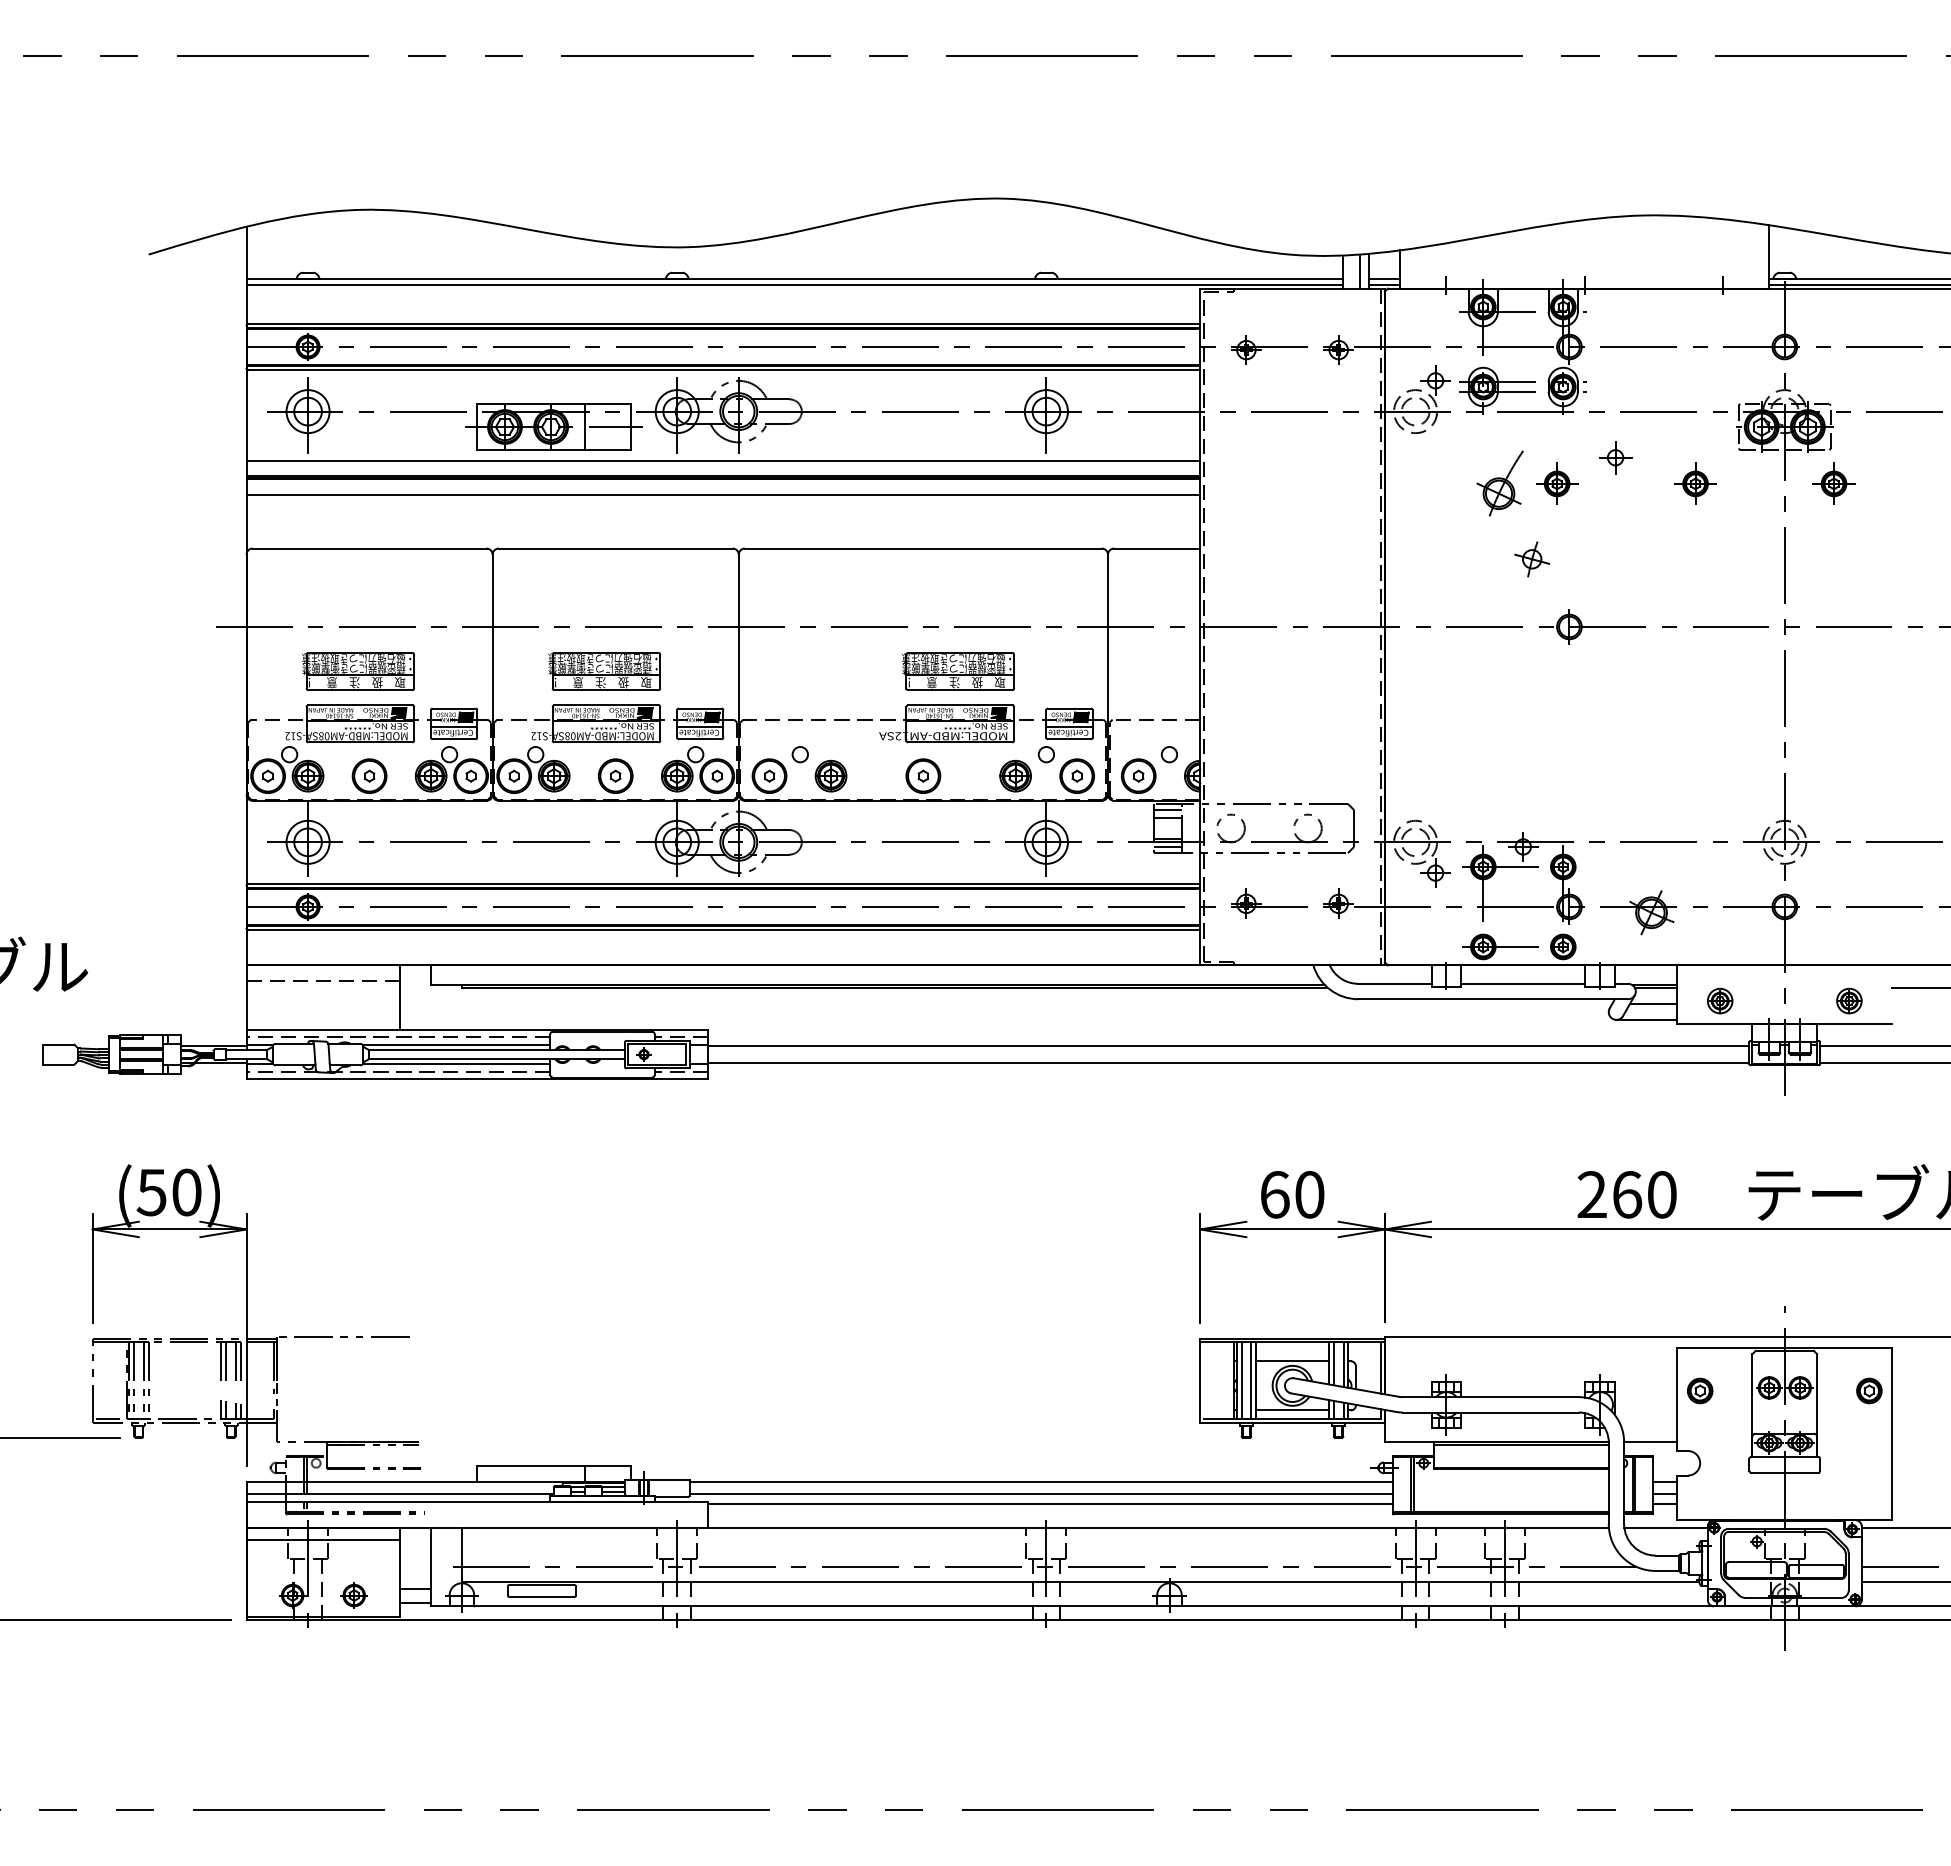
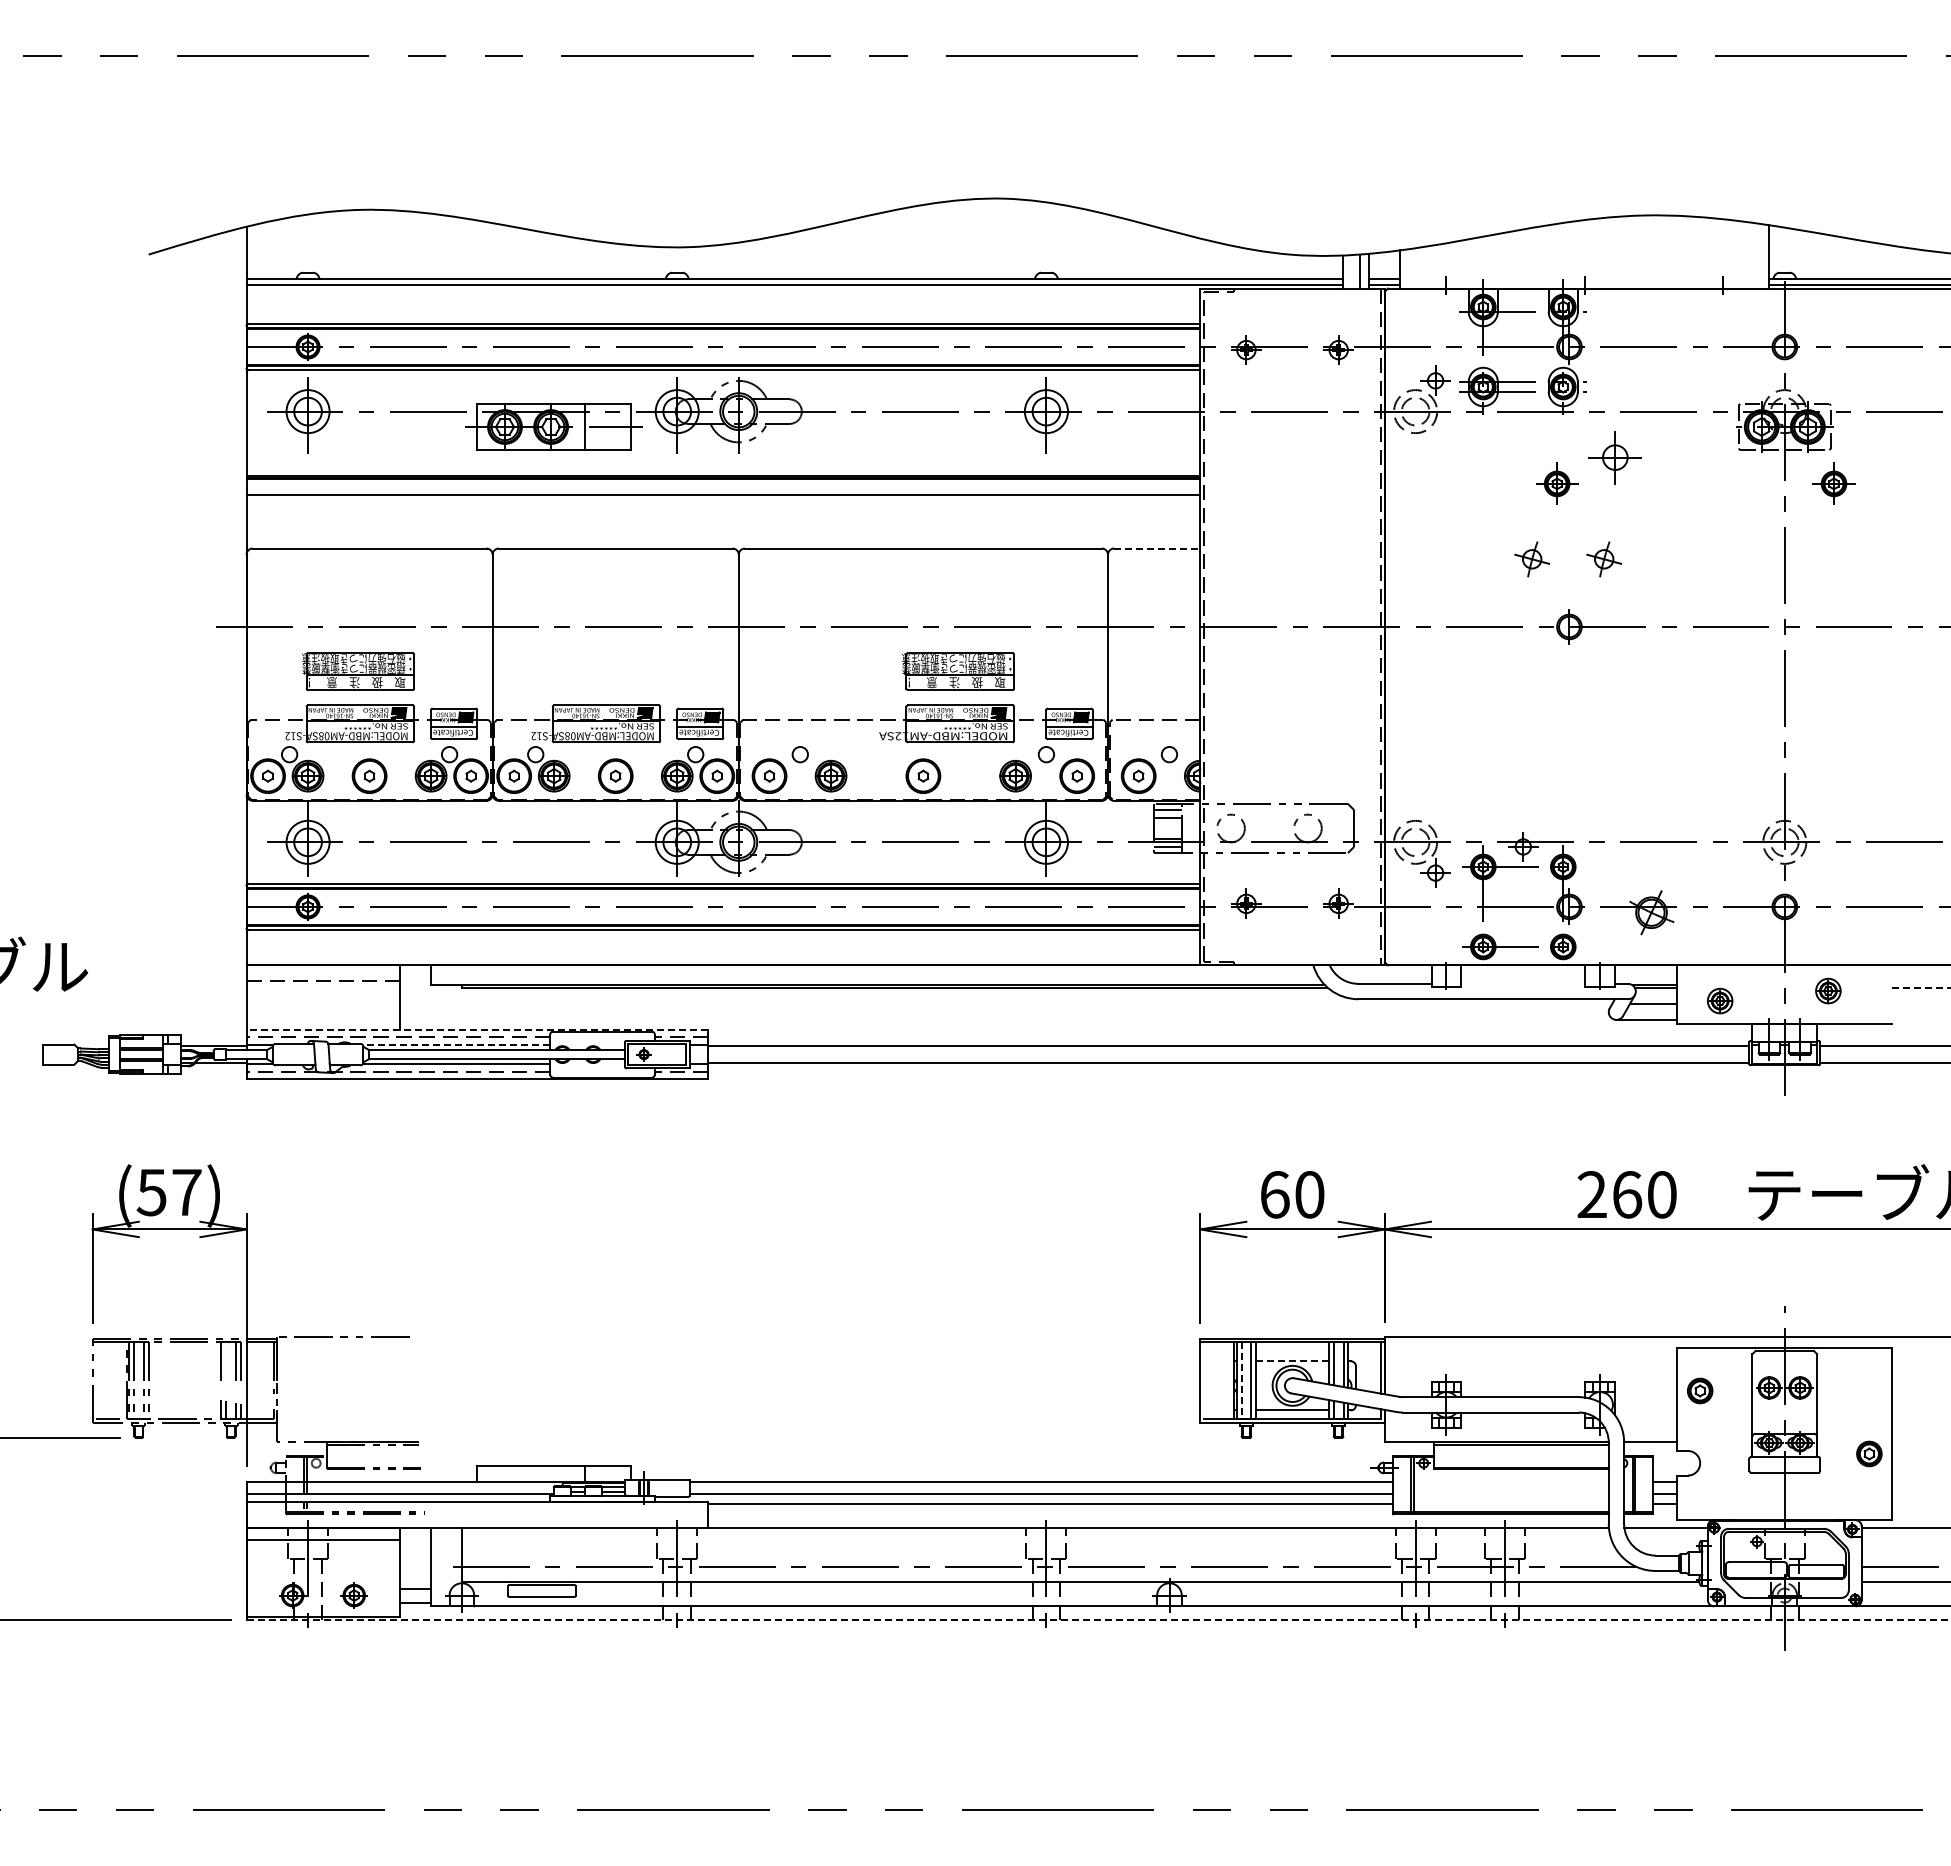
part at (1615, 457) size: 34x34 px -> 54x54 px
line at (723, 460): present -> none
part at (1499, 483): present -> none
part at (1695, 483): present -> none
line at (1157, 548): solid -> dashed
part at (1604, 559): none -> present
part at (604, 671): present -> none
line at (1523, 983): present -> none
line at (1921, 987): solid -> dashed
part at (1849, 1000) position: (1849, 1000) -> (1828, 990)
line at (477, 1030): solid -> dashed
line at (456, 1045): solid -> dashed
text at (186, 1192): (50) -> (57)
line at (1293, 1361): solid -> dashed
line at (226, 1363): present -> none
line at (1241, 1381): solid -> dashed
part at (1869, 1390) position: (1869, 1390) -> (1869, 1453)
line at (1098, 1620): solid -> dashed
